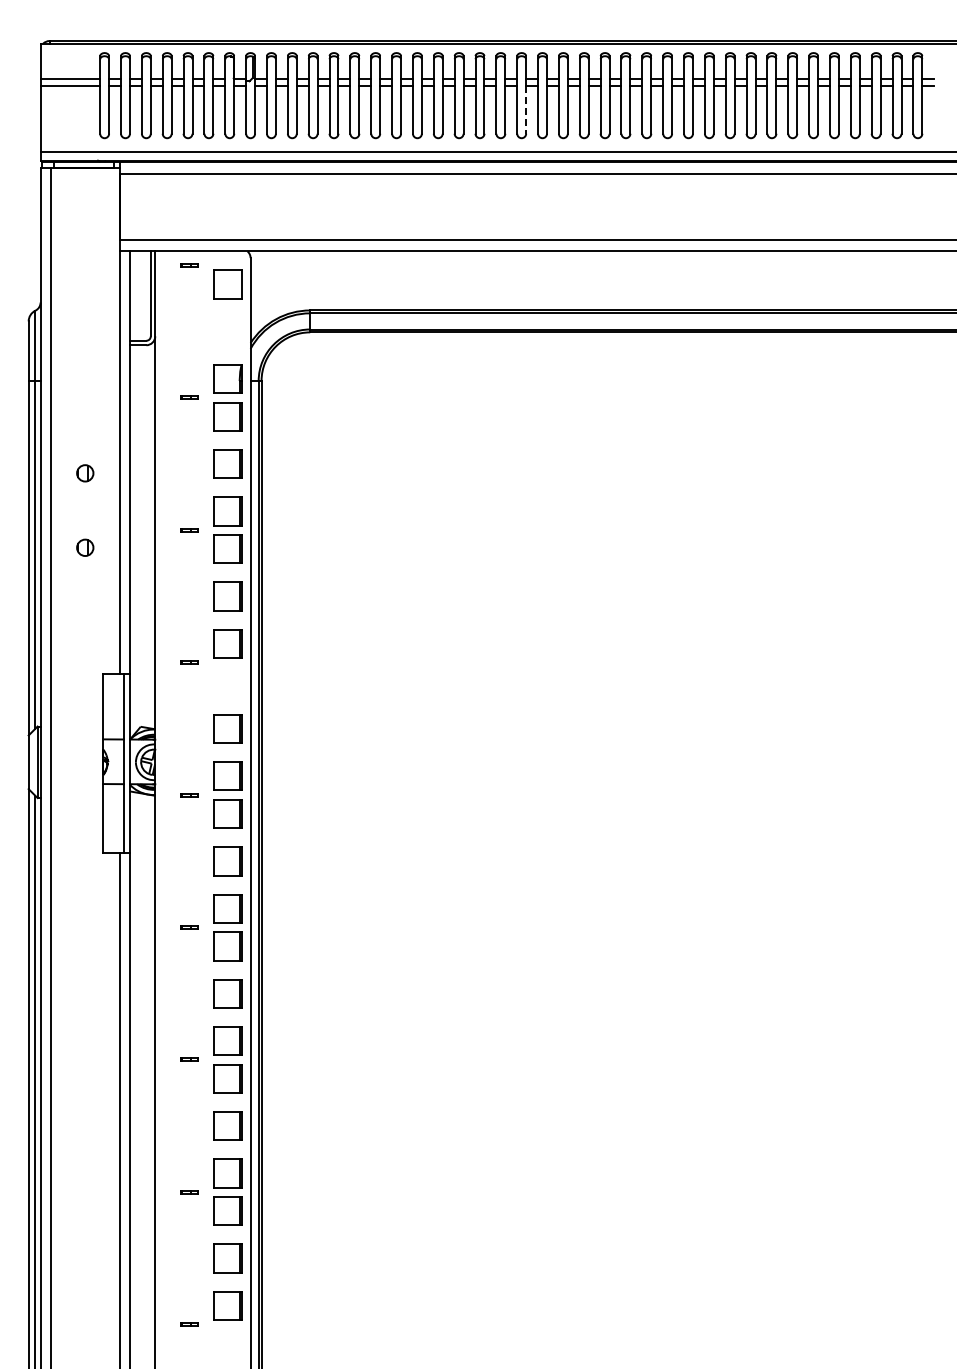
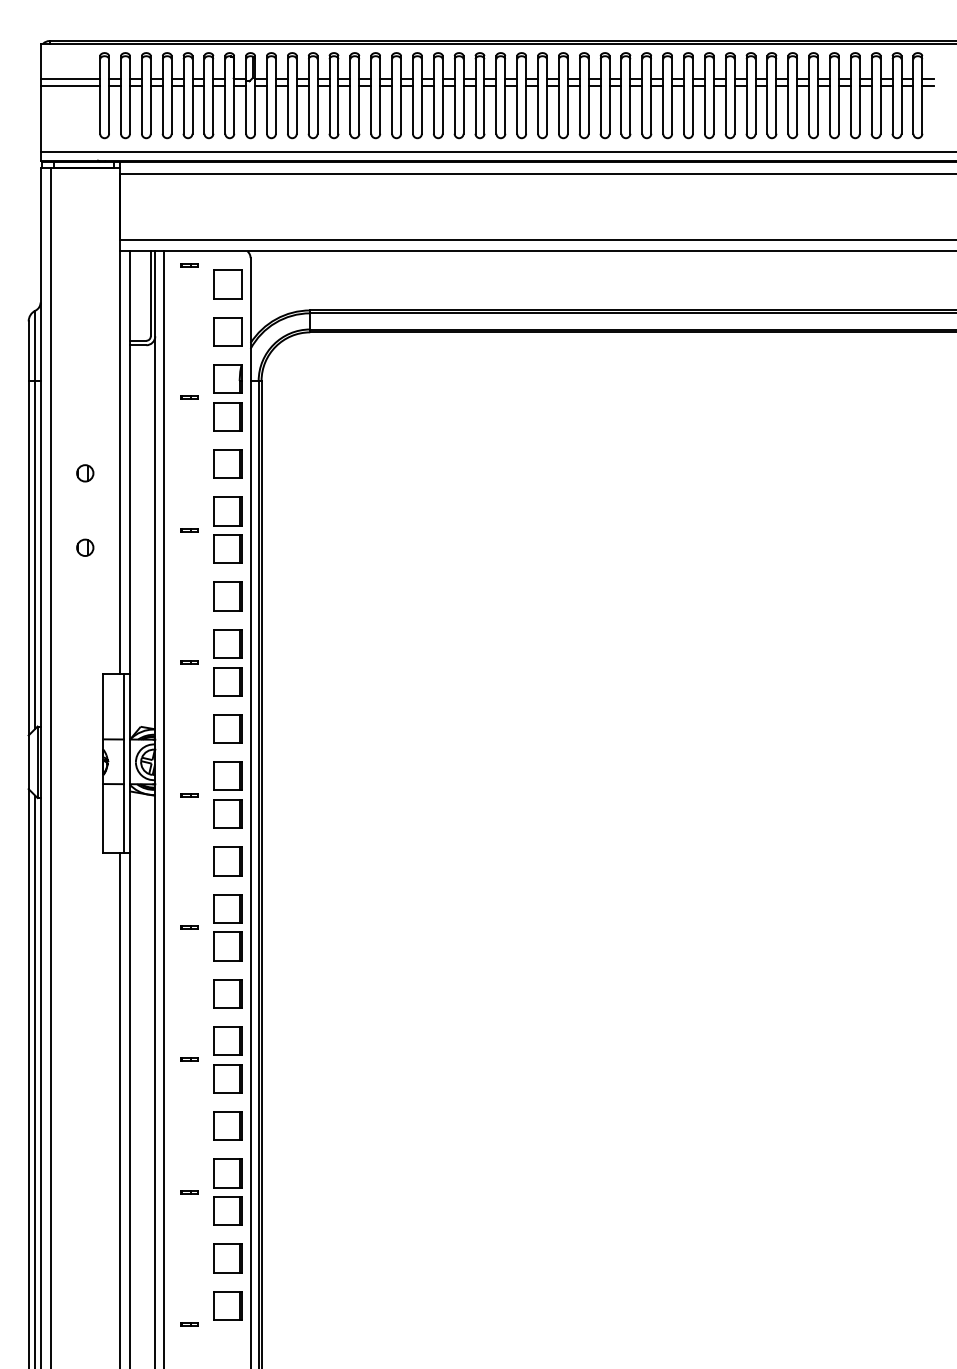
line at (526, 110): dashed -> solid
part at (227, 331): none -> present
part at (227, 681): none -> present
line at (164, 808): none -> present
